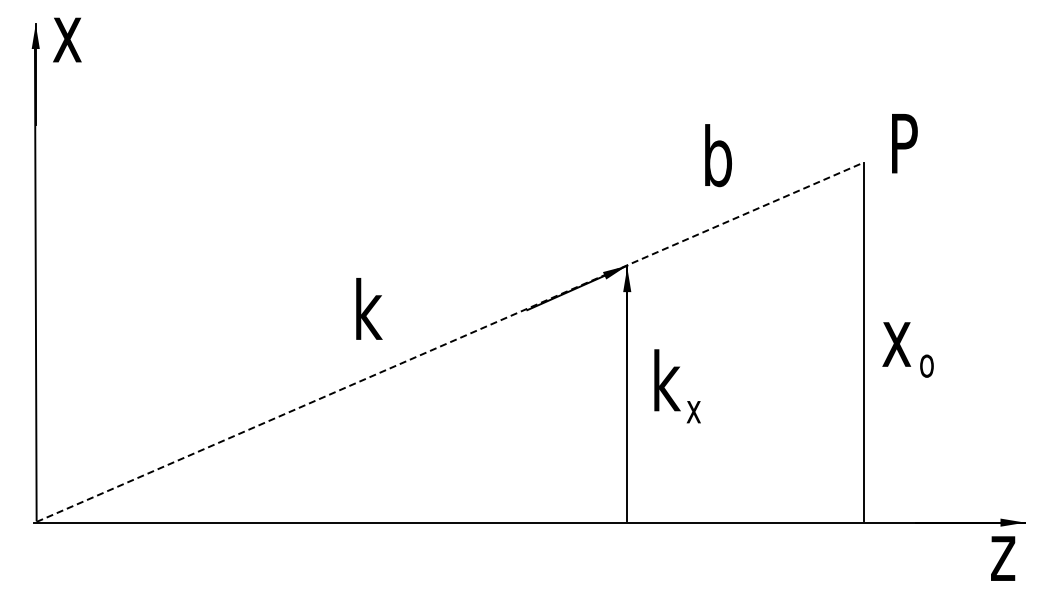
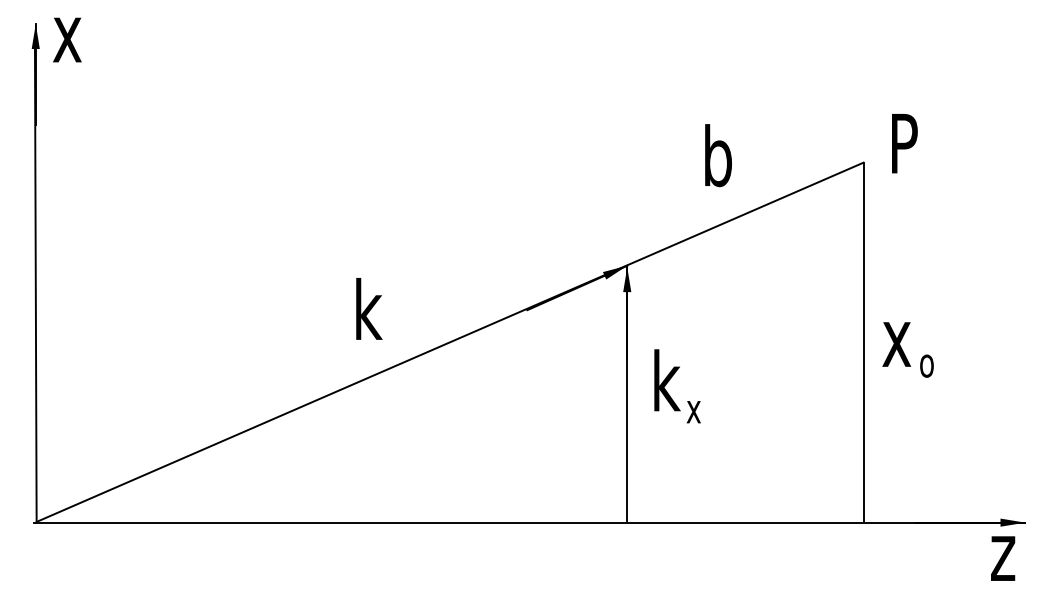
line at (450, 342): dashed -> solid
